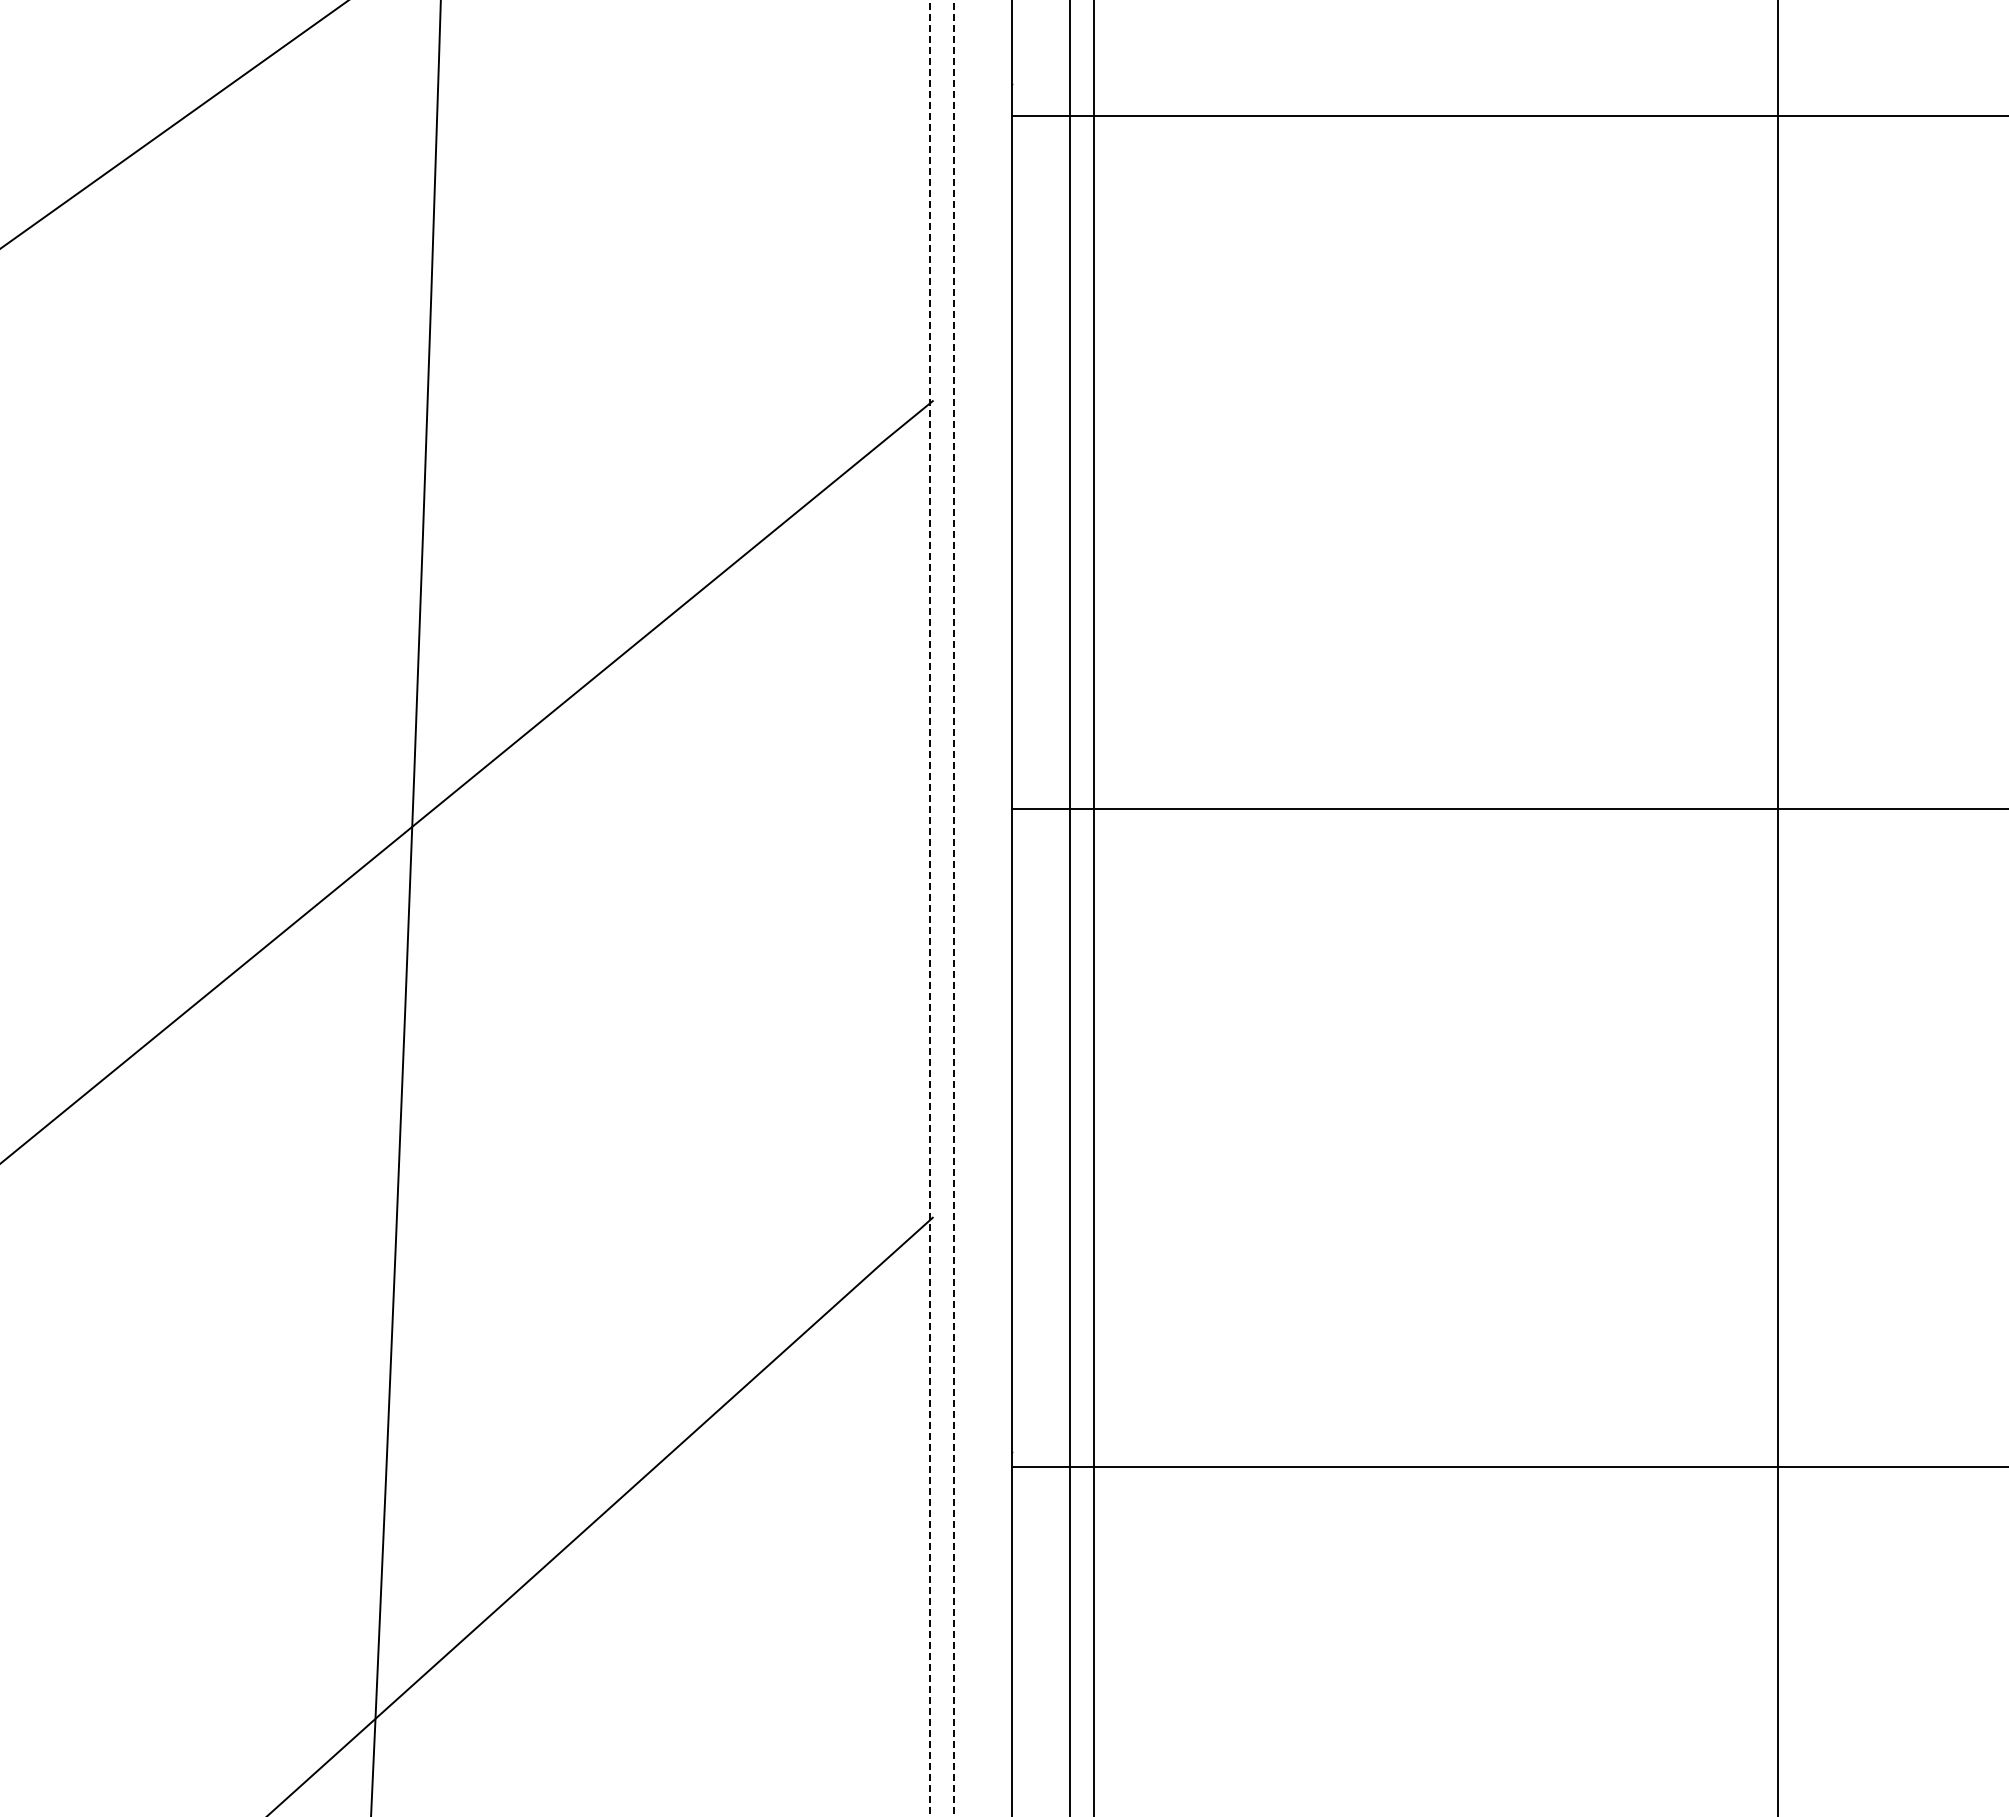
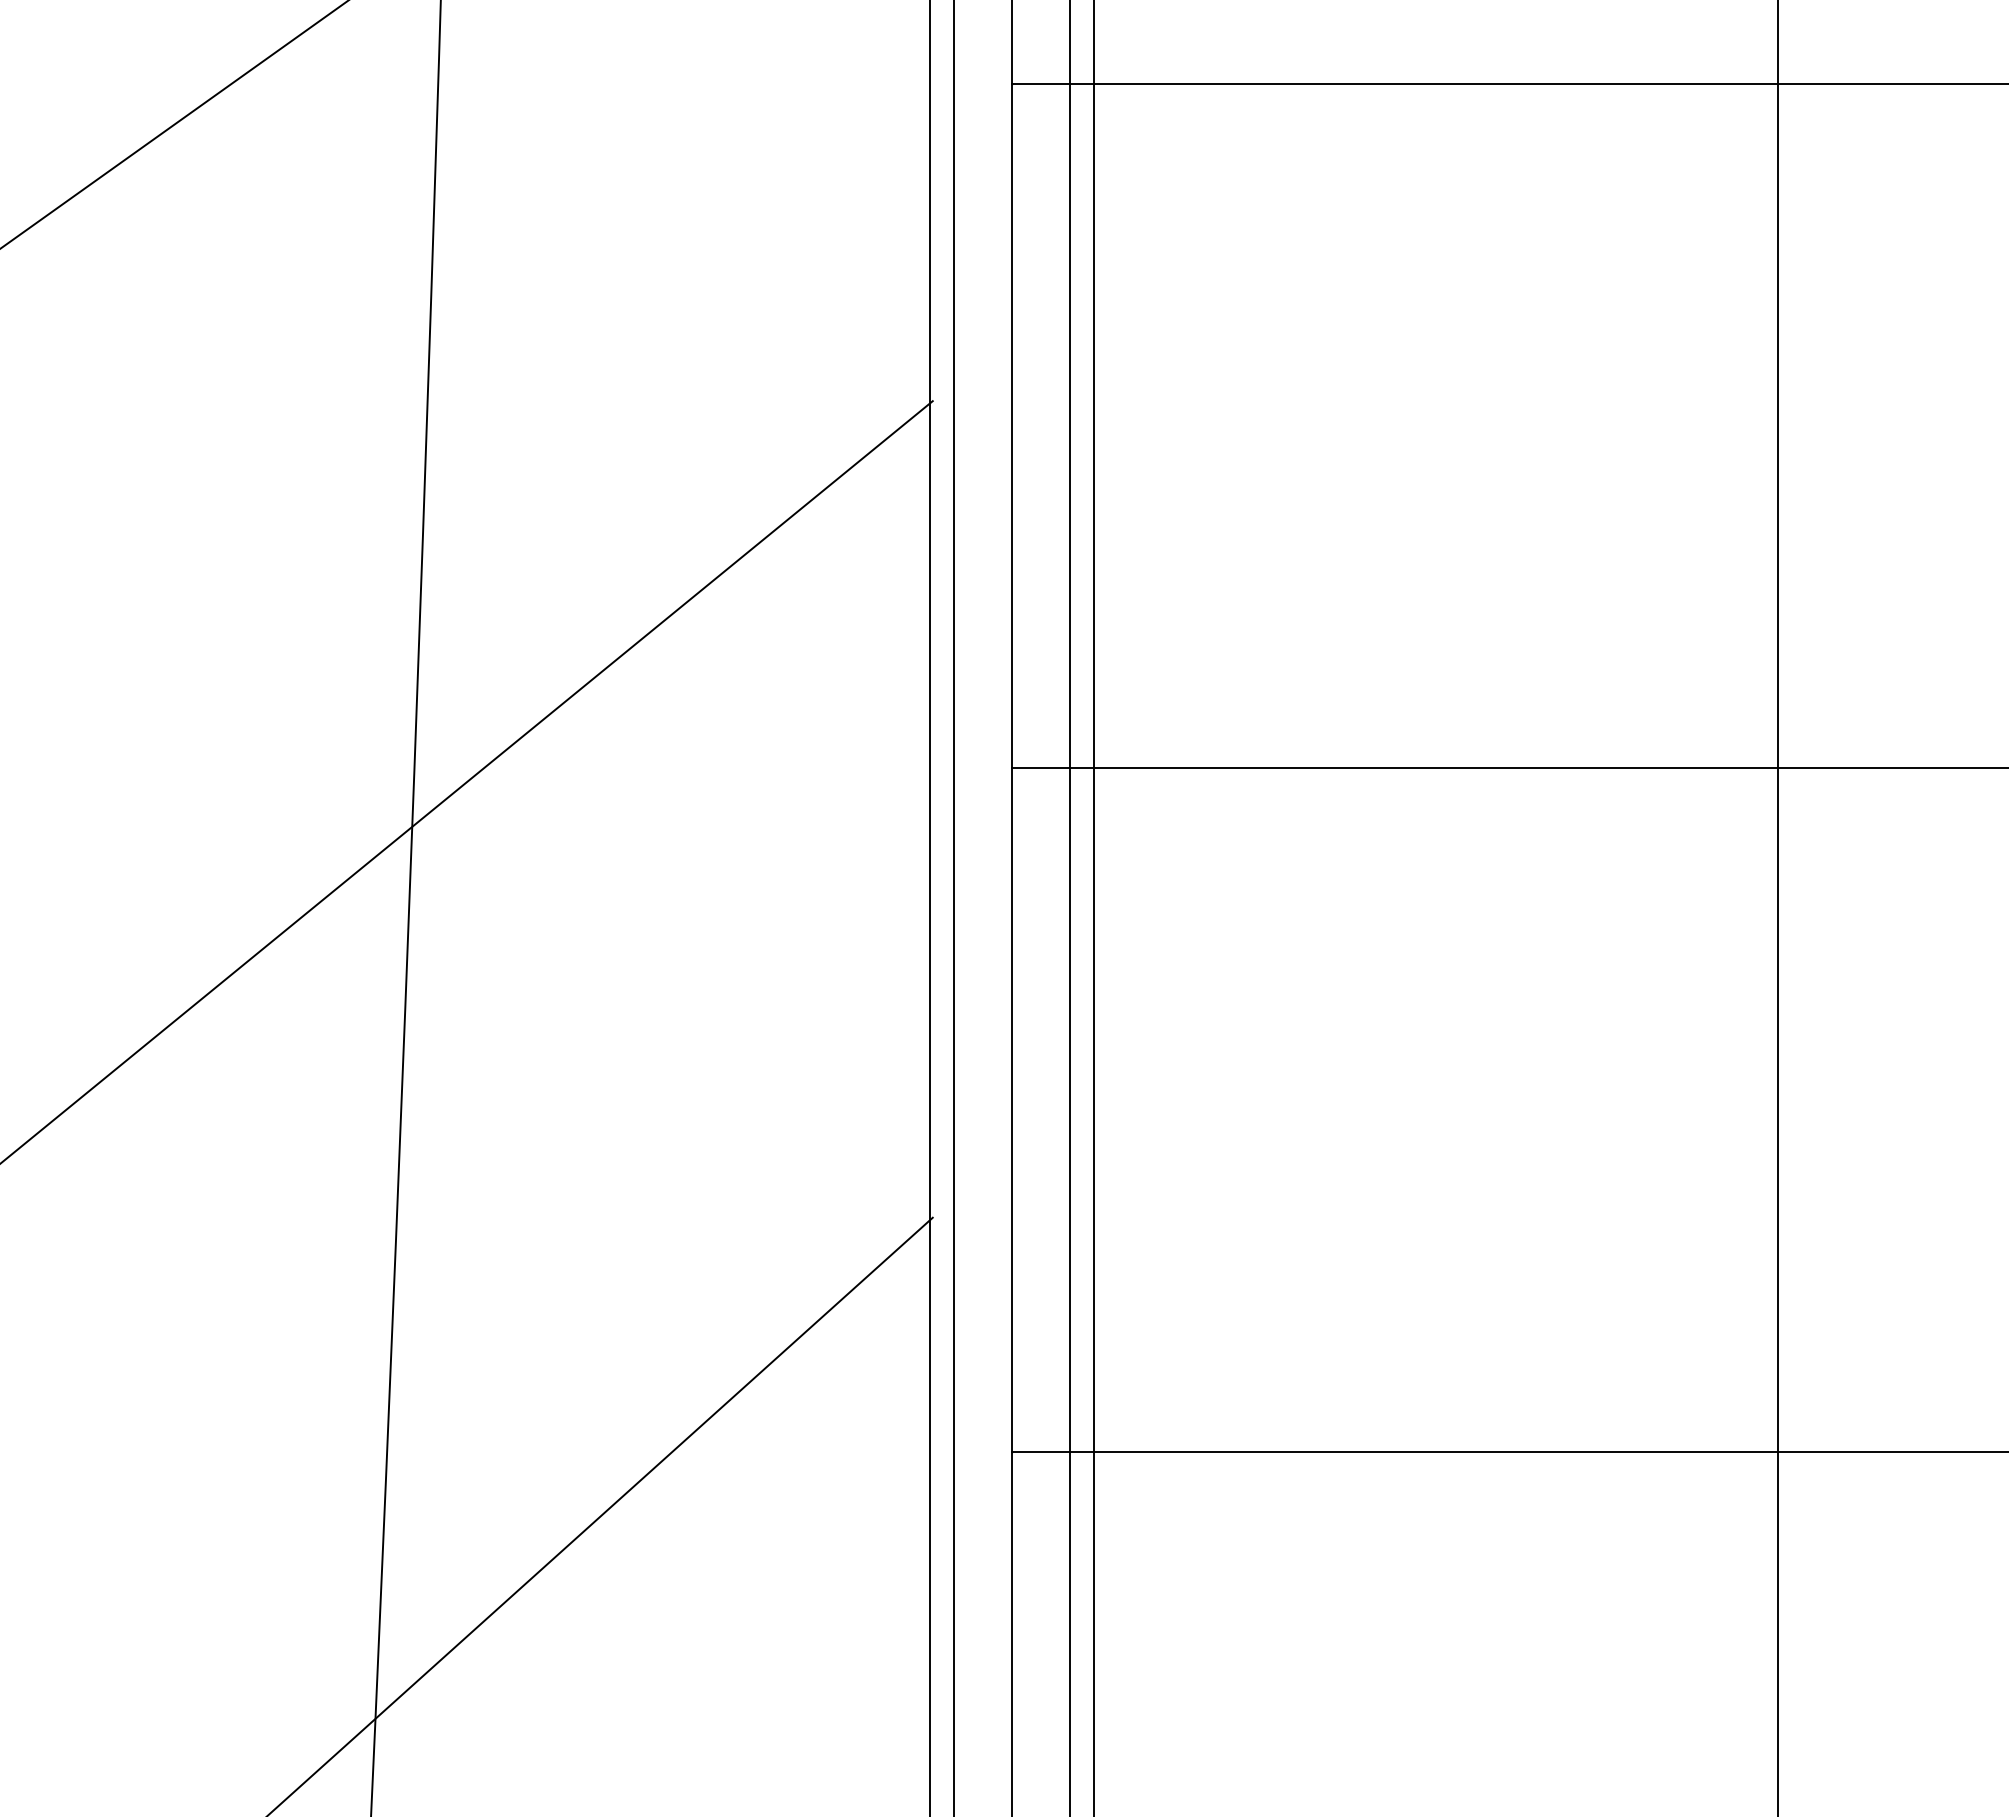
line at (1508, 116) position: (1508, 116) -> (1508, 84)
line at (1508, 809) position: (1508, 809) -> (1508, 768)
line at (929, 908): dashed -> solid
line at (953, 908): dashed -> solid
line at (1508, 1467) position: (1508, 1467) -> (1508, 1452)
